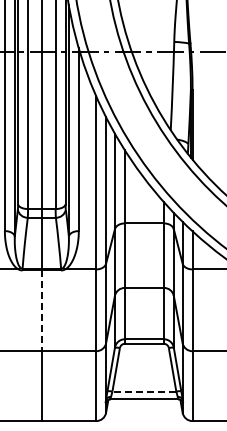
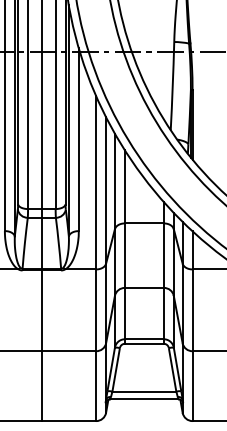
line at (41, 311): dashed -> solid
line at (144, 391): dashed -> solid
